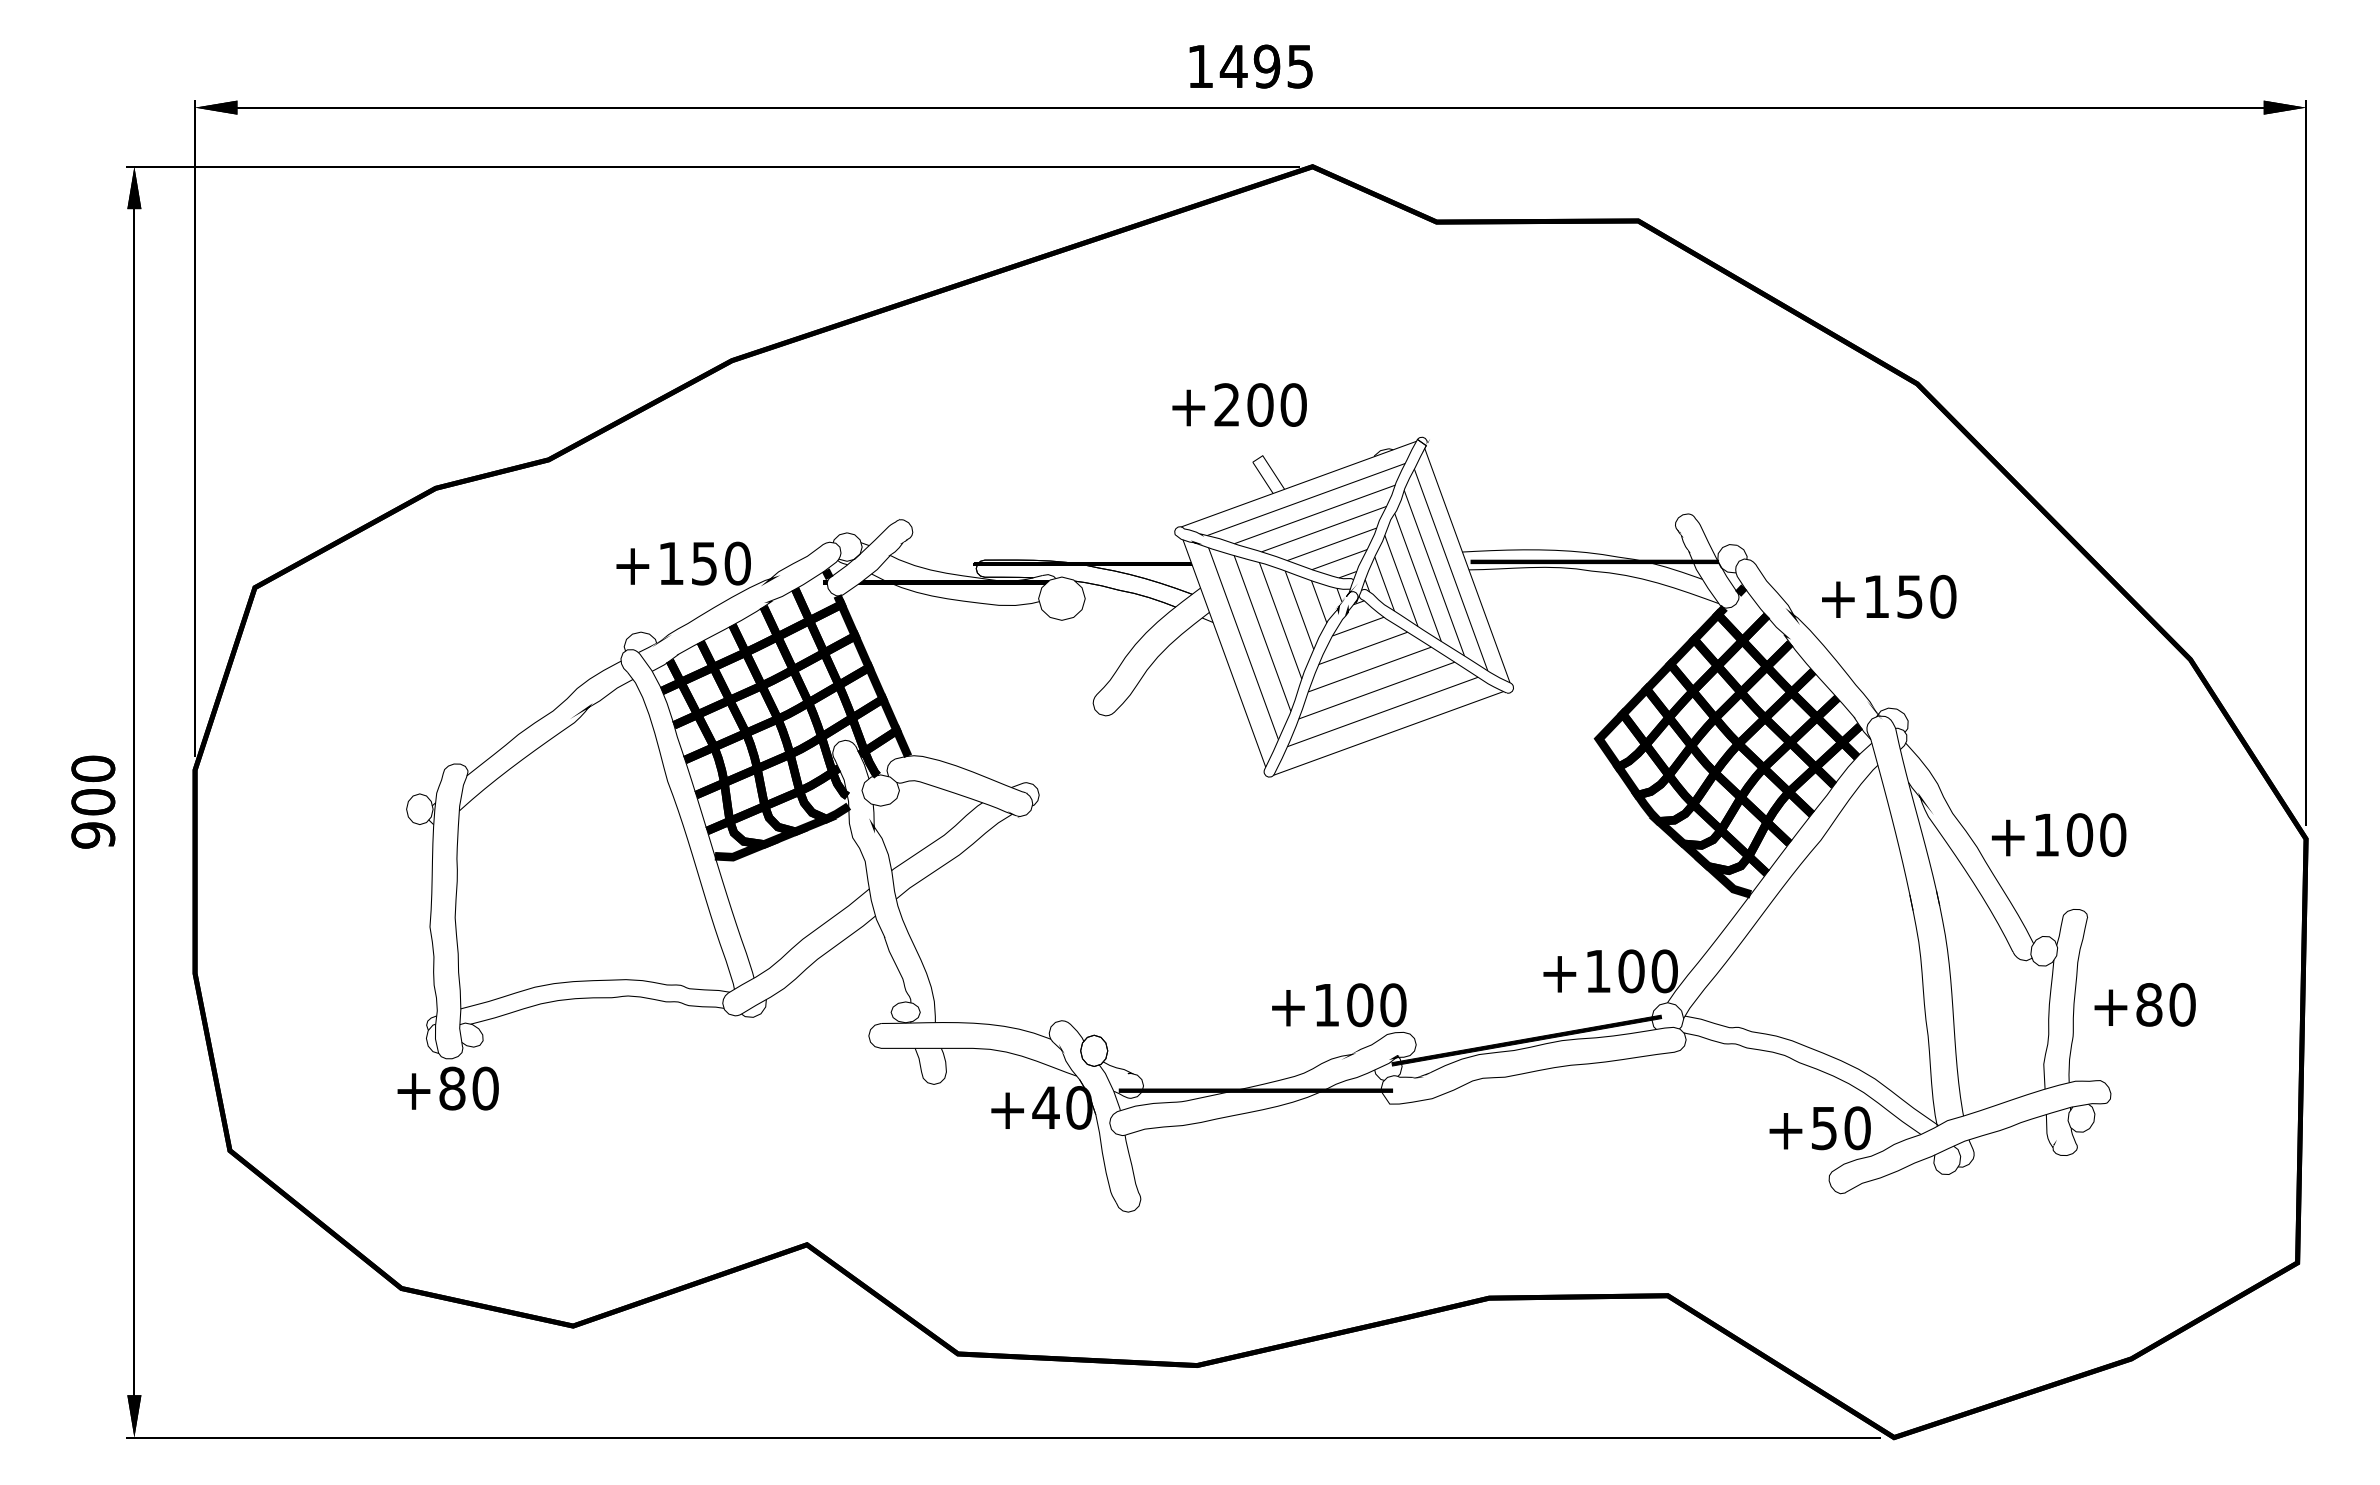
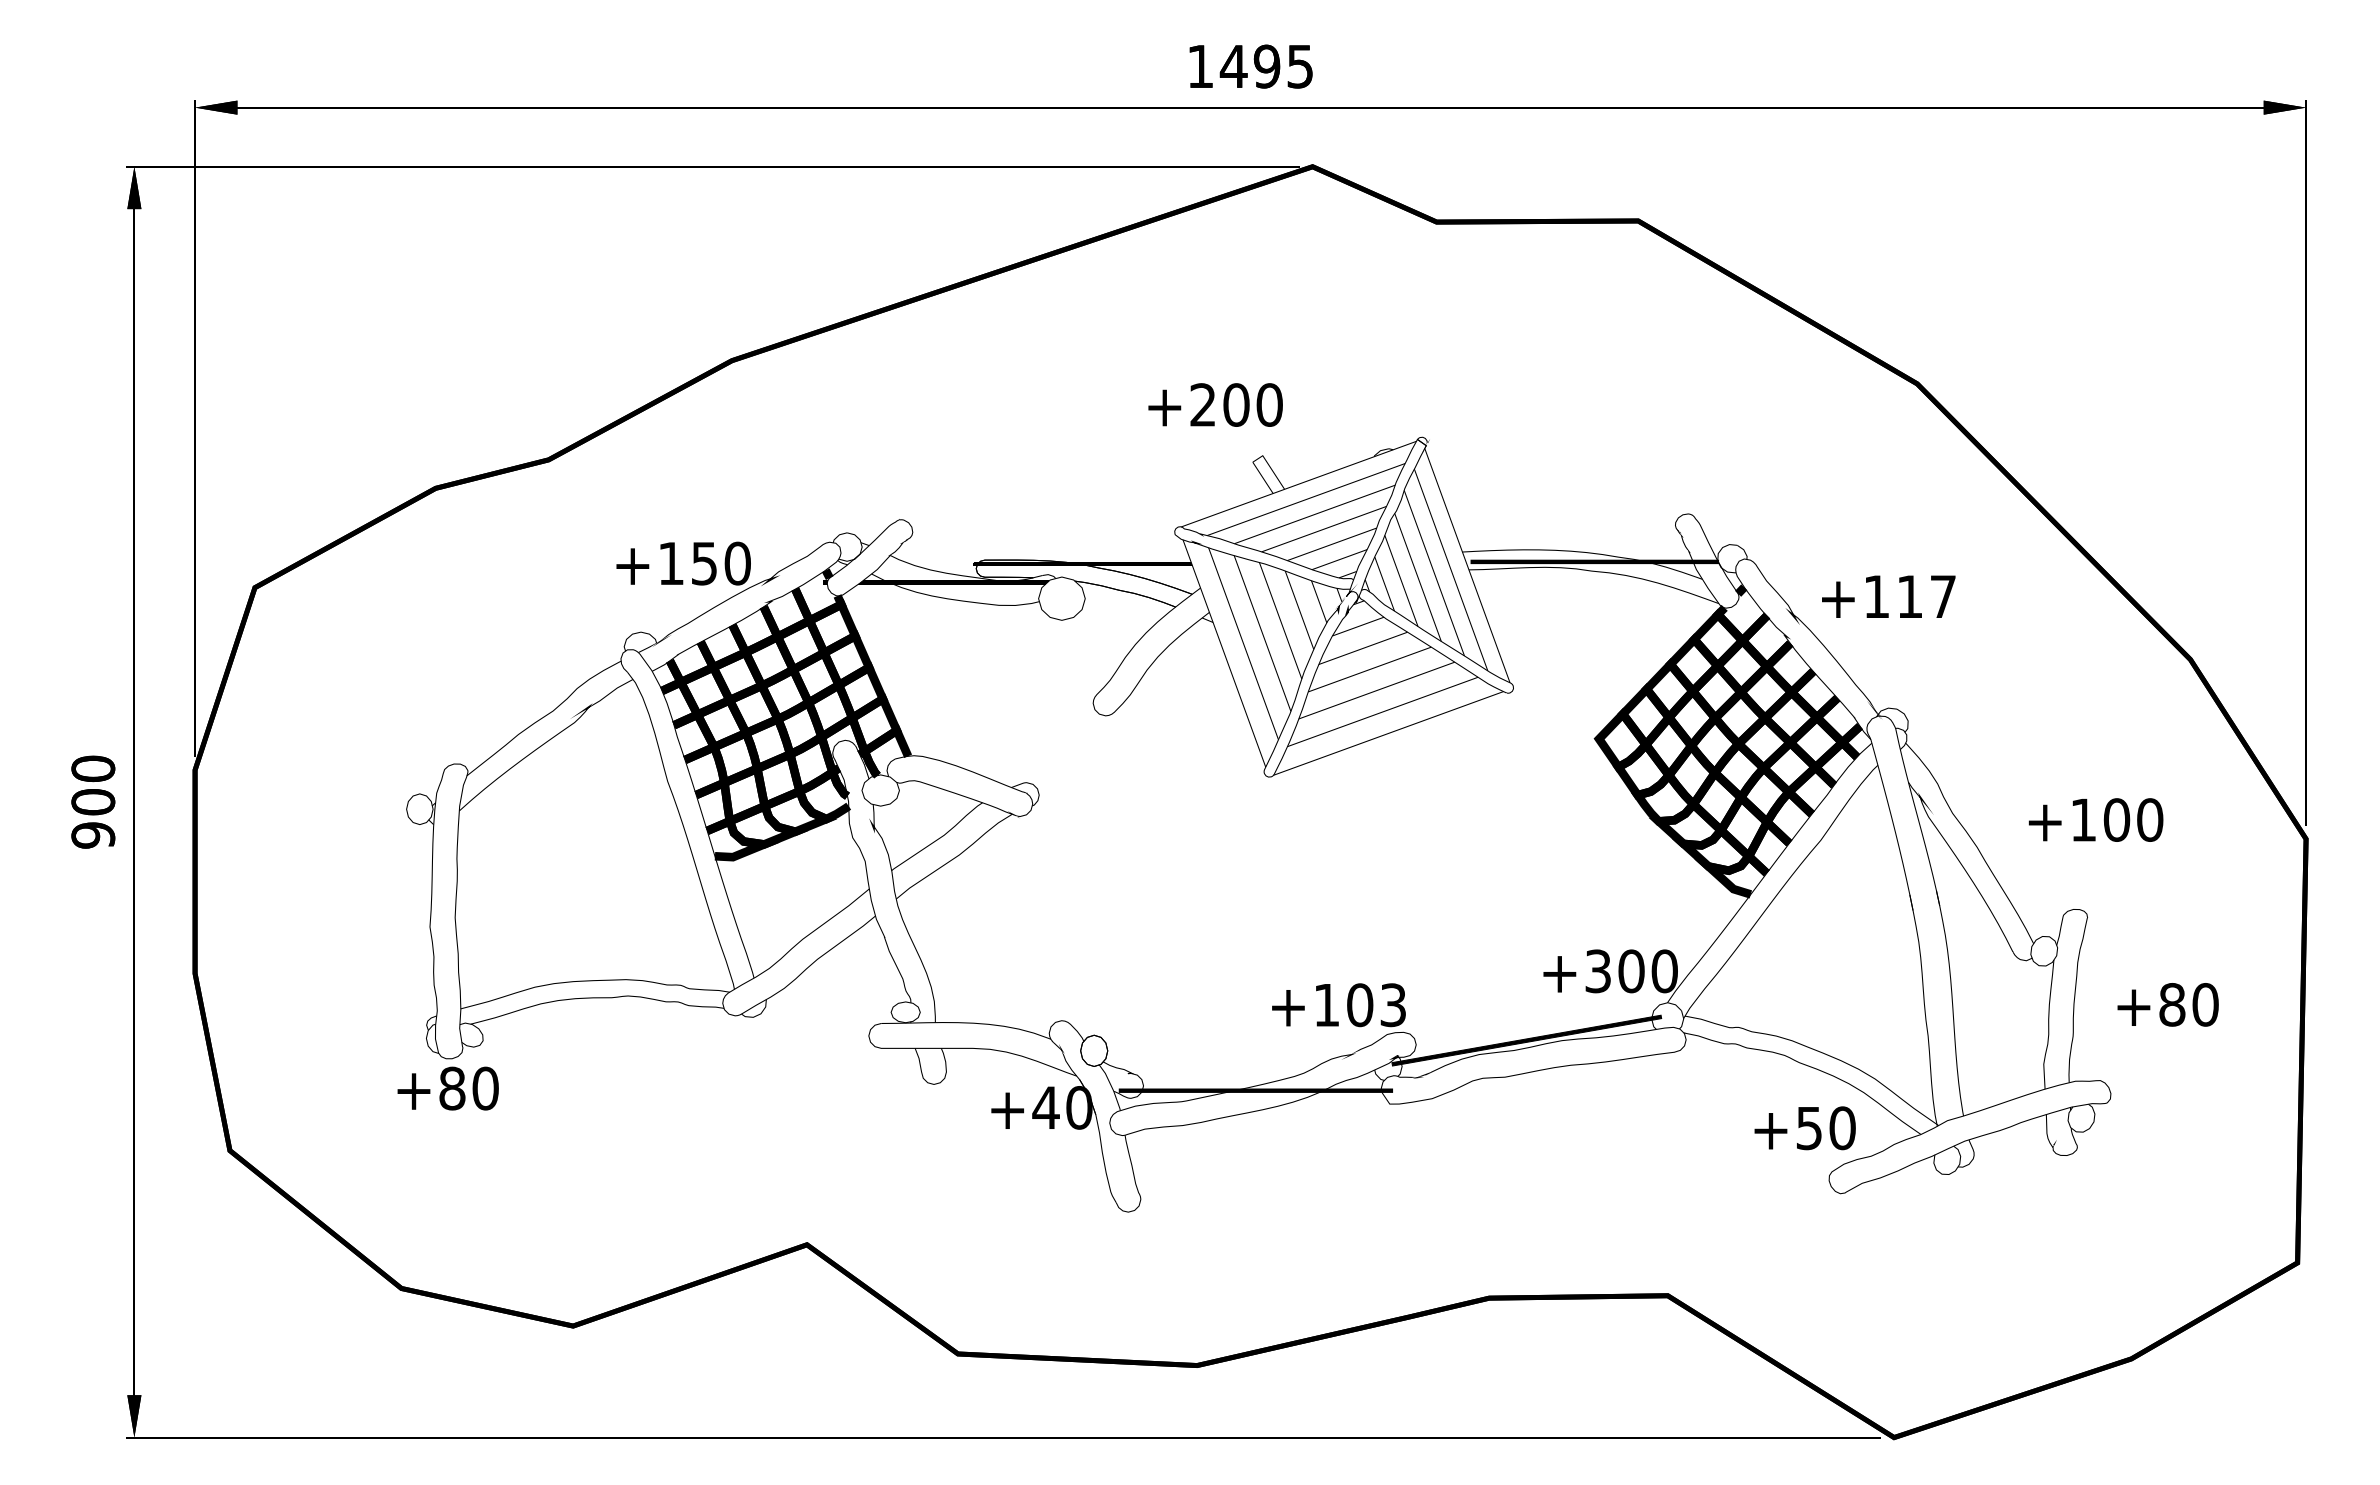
text at (1239, 404) position: (1239, 404) -> (1215, 404)
text at (1926, 596): +150 -> +117
text at (2058, 834) position: (2058, 834) -> (2095, 819)
text at (1597, 971): +100 -> +300
text at (2144, 1004) position: (2144, 1004) -> (2167, 1004)
text at (1393, 1005): +100 -> +103
text at (1819, 1128) position: (1819, 1128) -> (1804, 1128)
